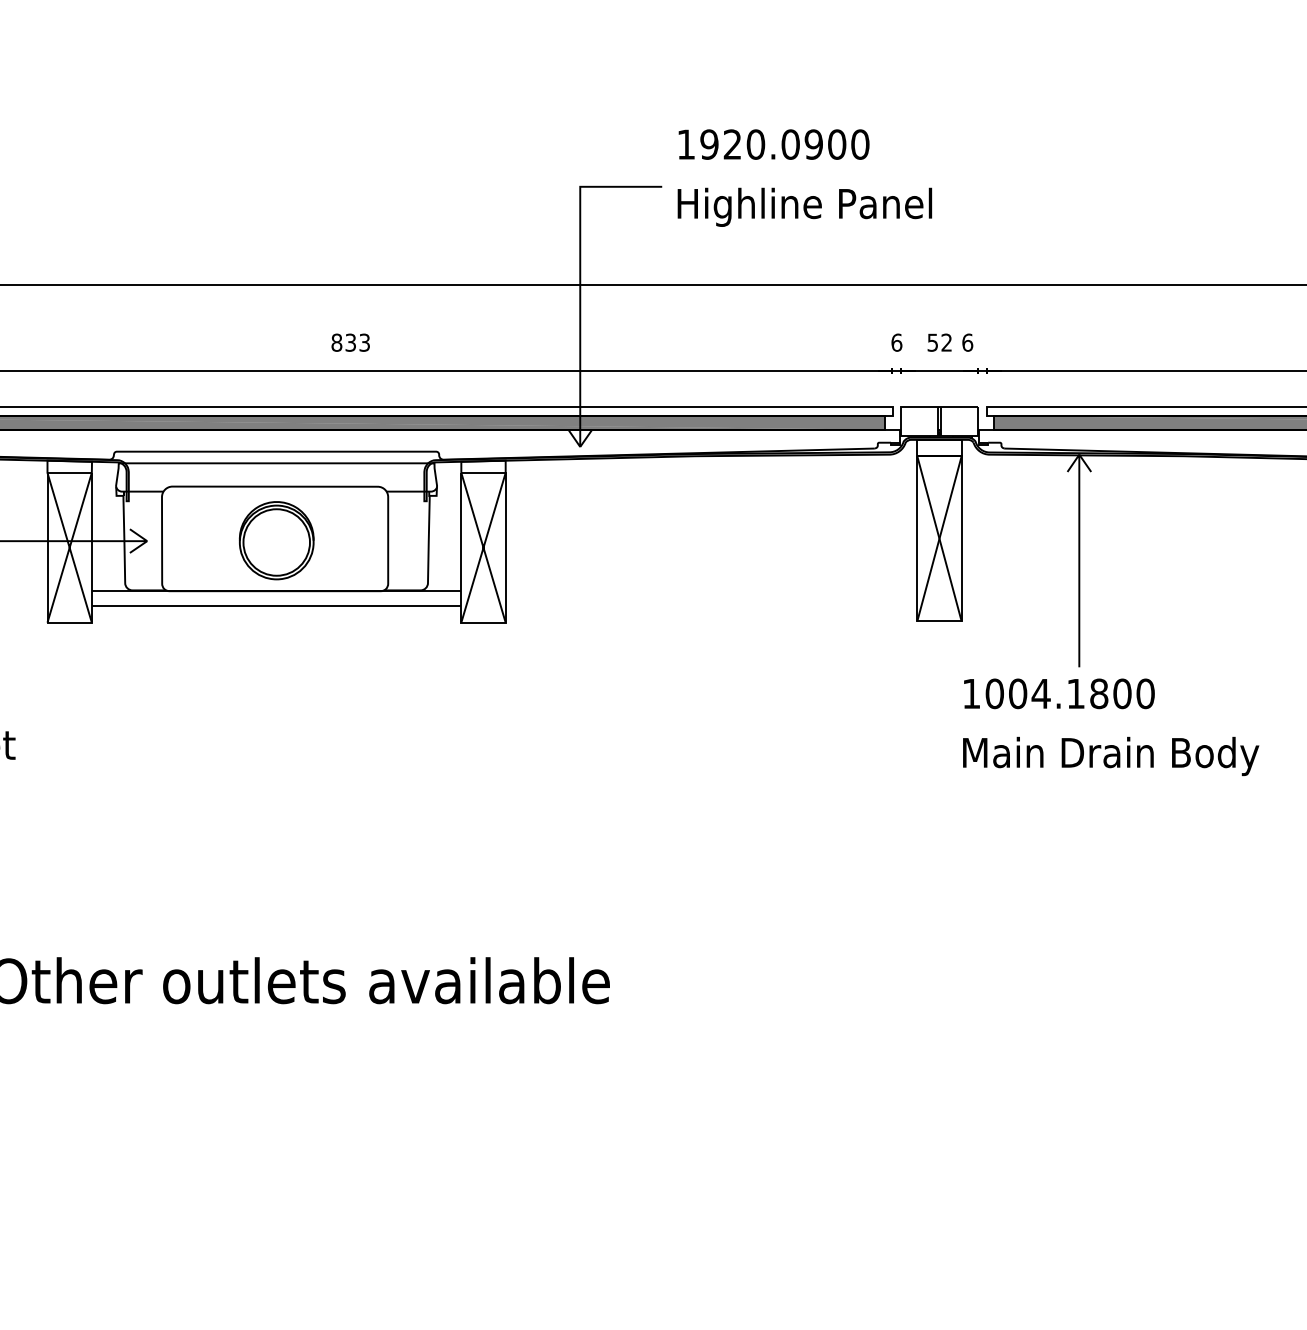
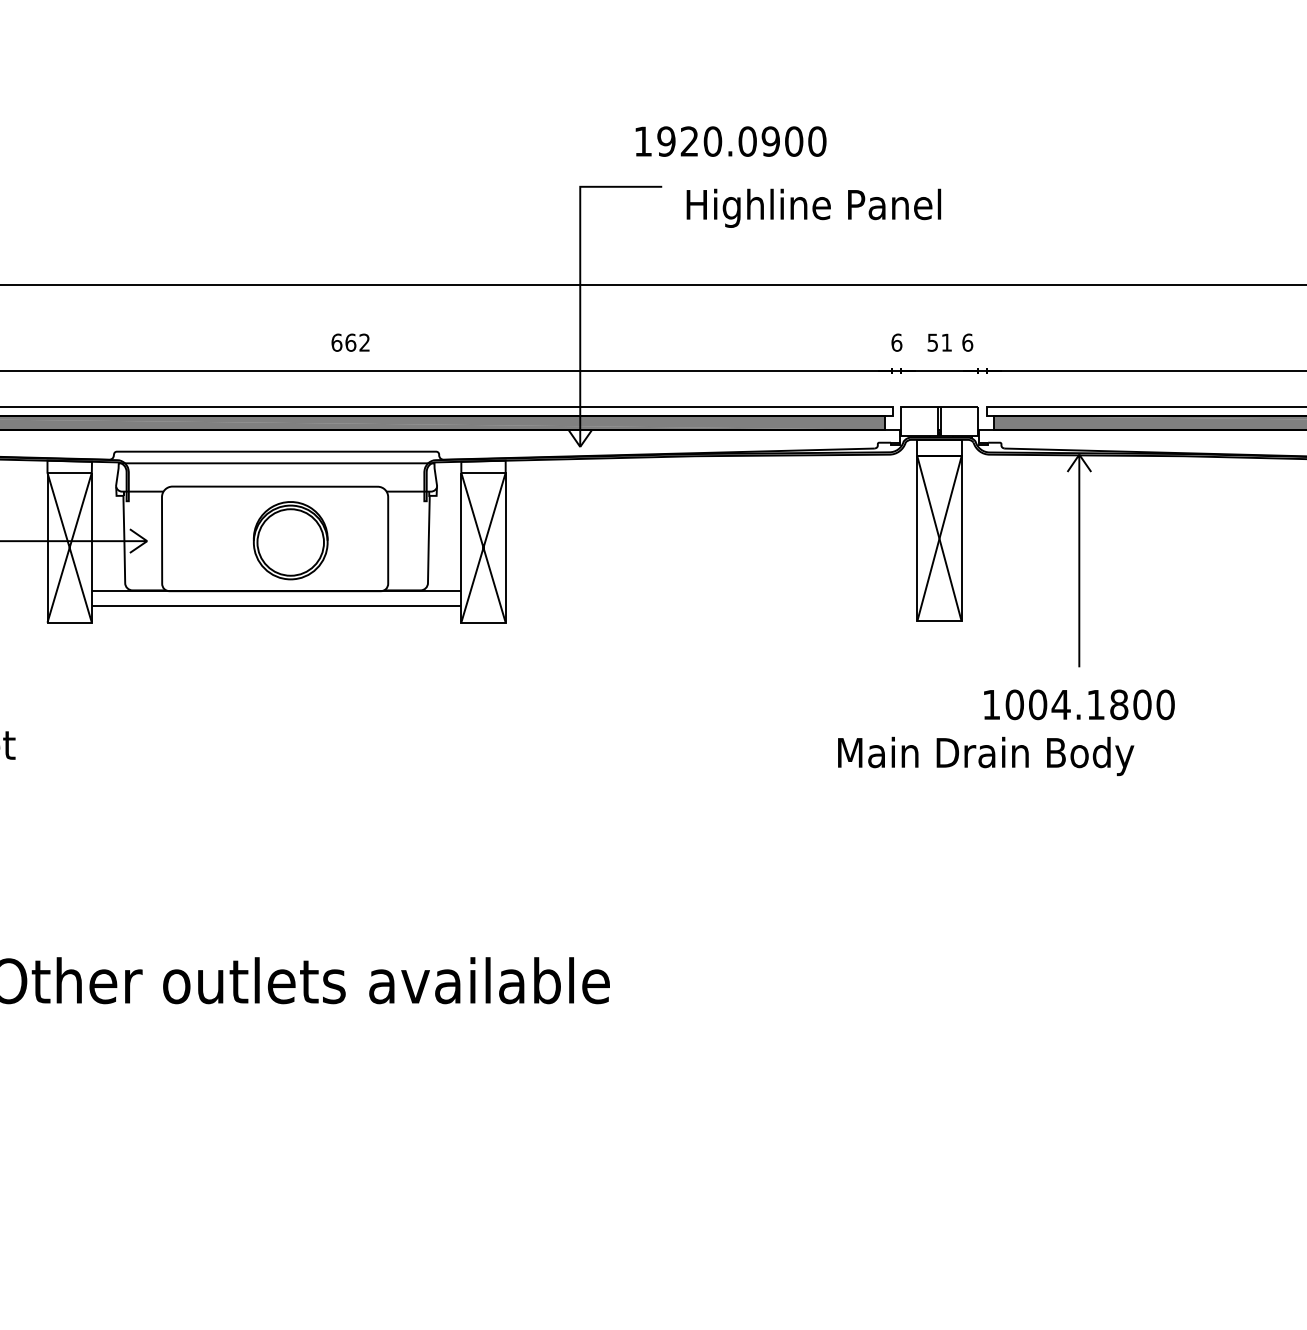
text at (773, 144) position: (773, 144) -> (730, 141)
text at (804, 206) position: (804, 206) -> (813, 207)
text at (350, 342): 833 -> 662
text at (946, 342): 52 -> 51
part at (276, 540) position: (276, 540) -> (290, 540)
text at (1059, 693) position: (1059, 693) -> (1079, 704)
text at (1111, 755) position: (1111, 755) -> (986, 755)
